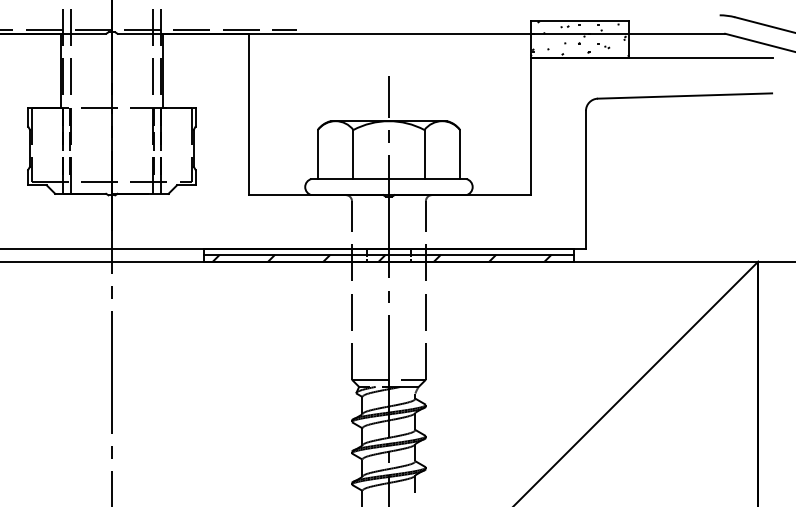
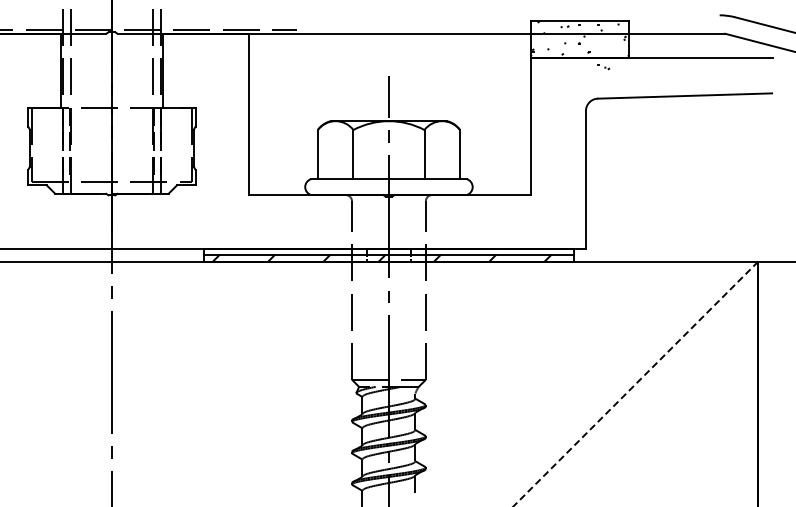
part at (603, 46) position: (603, 46) -> (603, 67)
line at (635, 384): solid -> dashed
